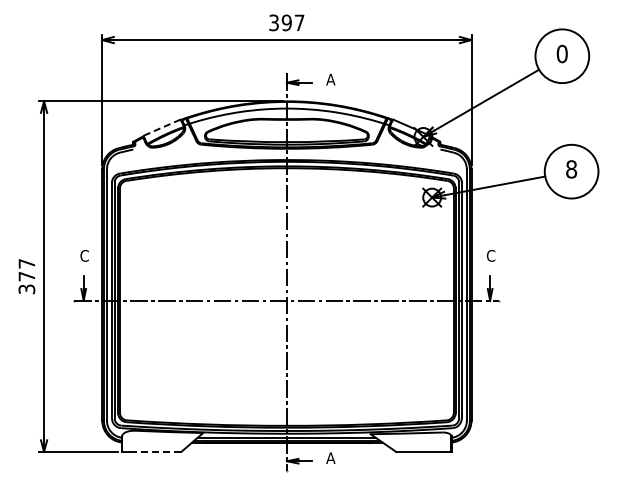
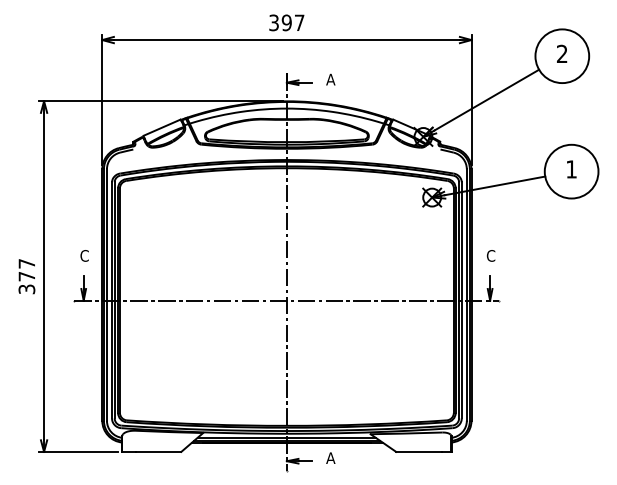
text at (561, 53): 0 -> 2
line at (162, 127): dashed -> solid
text at (571, 169): 8 -> 1
line at (158, 451): dashed -> solid
